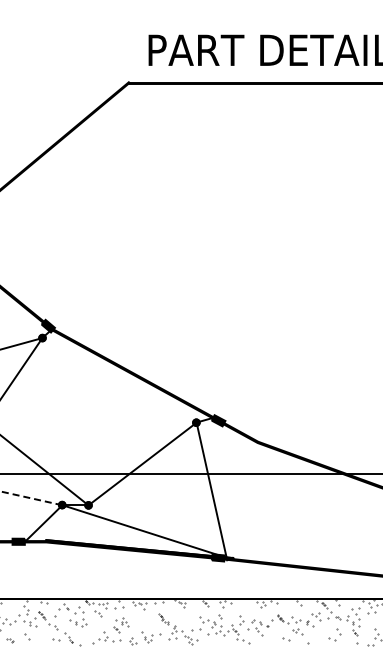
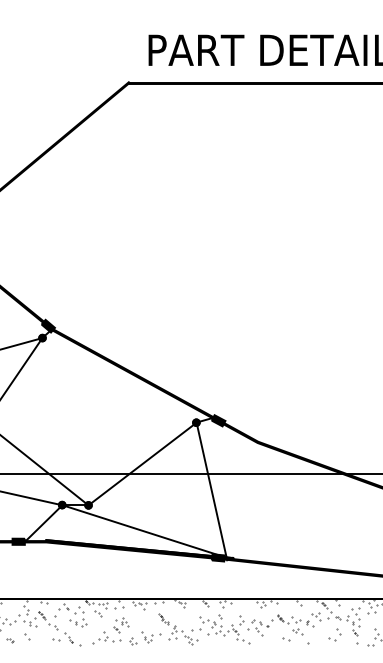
line at (31, 498): dashed -> solid
